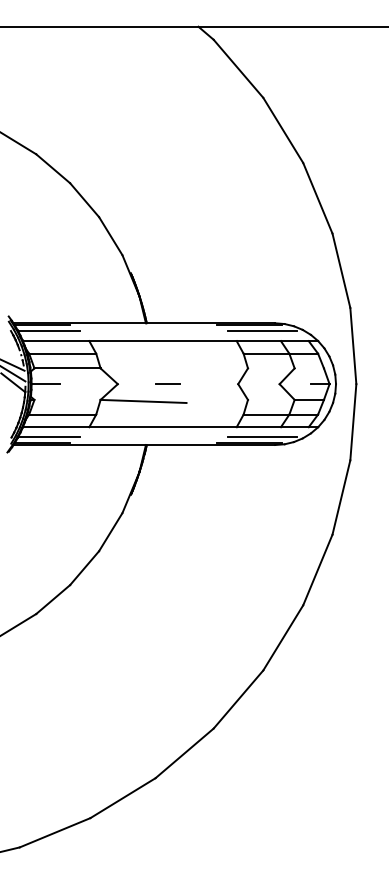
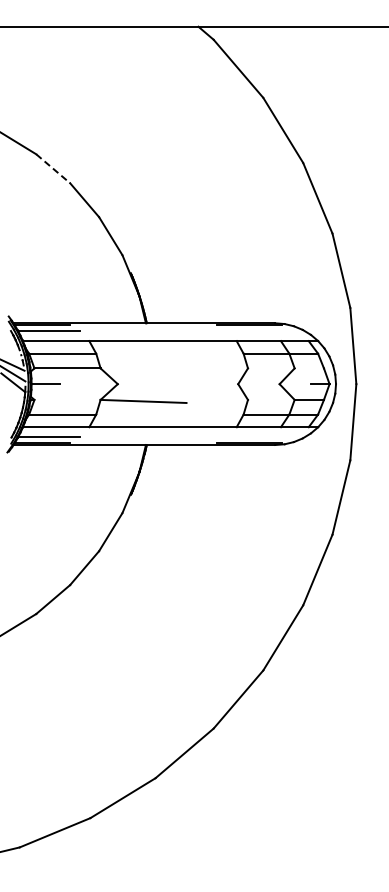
line at (53, 169): solid -> dashed
line at (261, 331): present -> none
line at (167, 384): present -> none
line at (261, 436): present -> none
